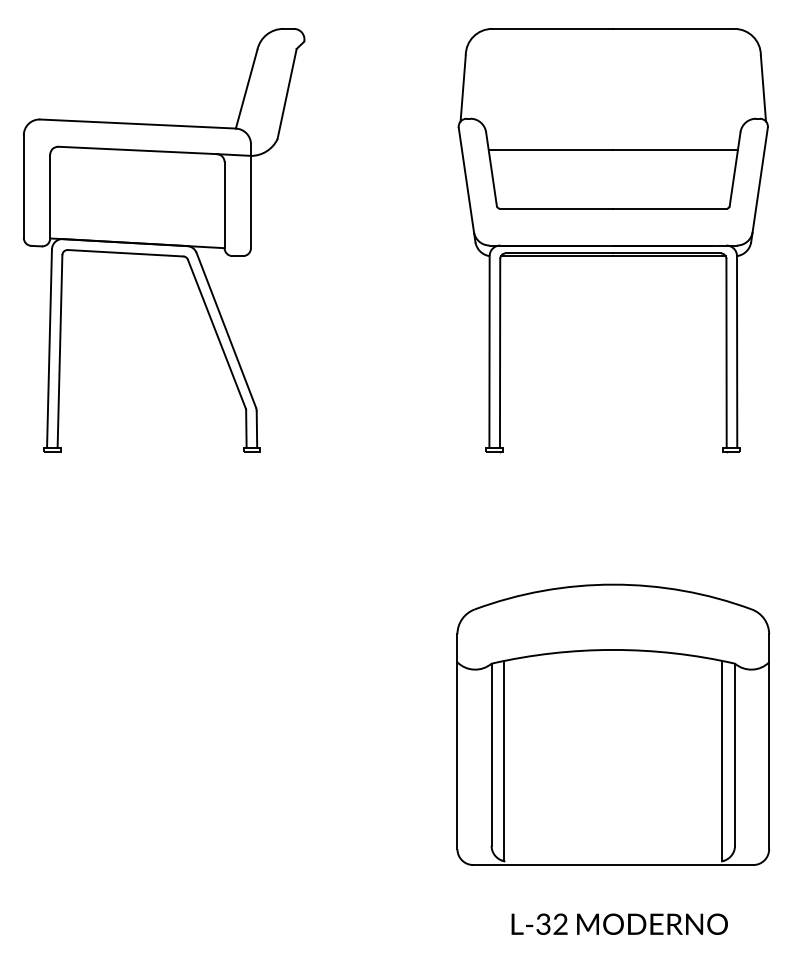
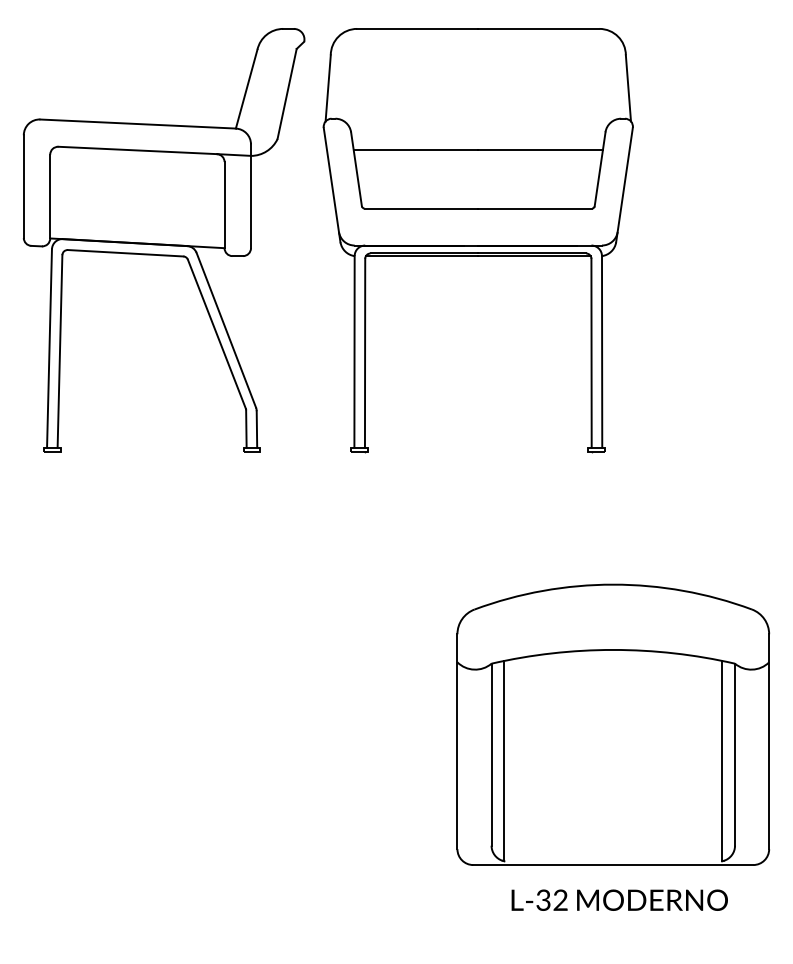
part at (612, 240) position: (612, 240) -> (477, 240)
text at (619, 923) position: (619, 923) -> (619, 899)
